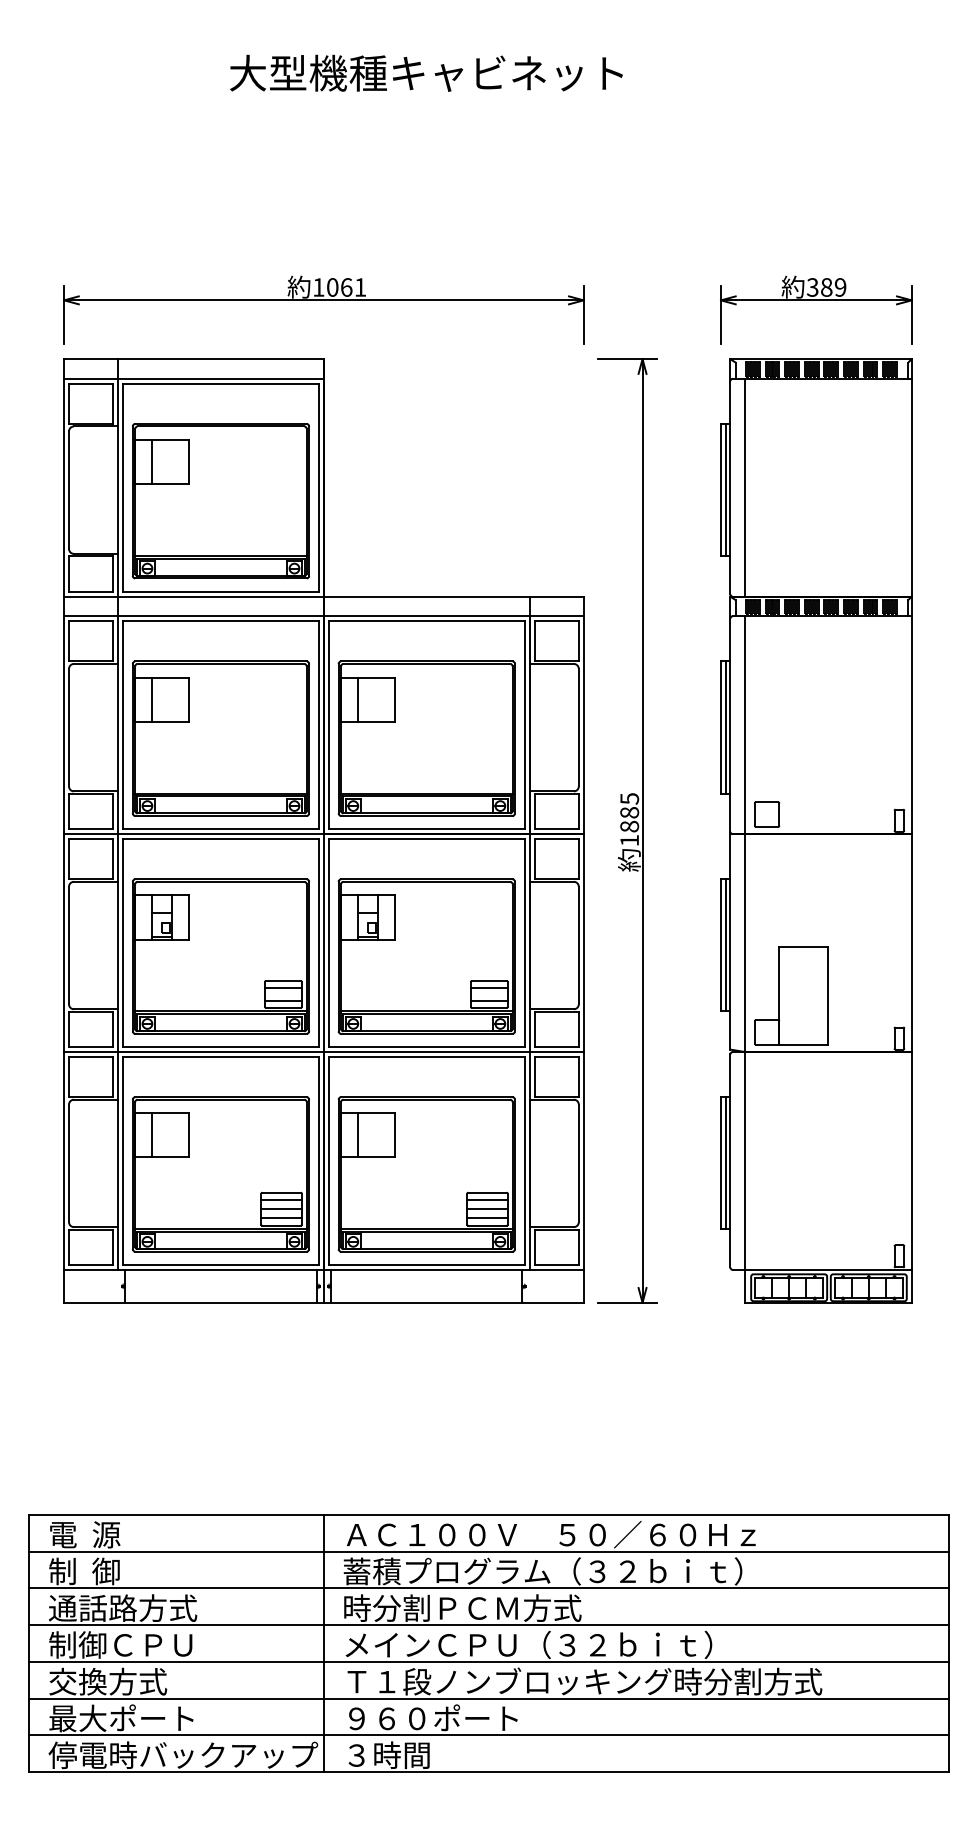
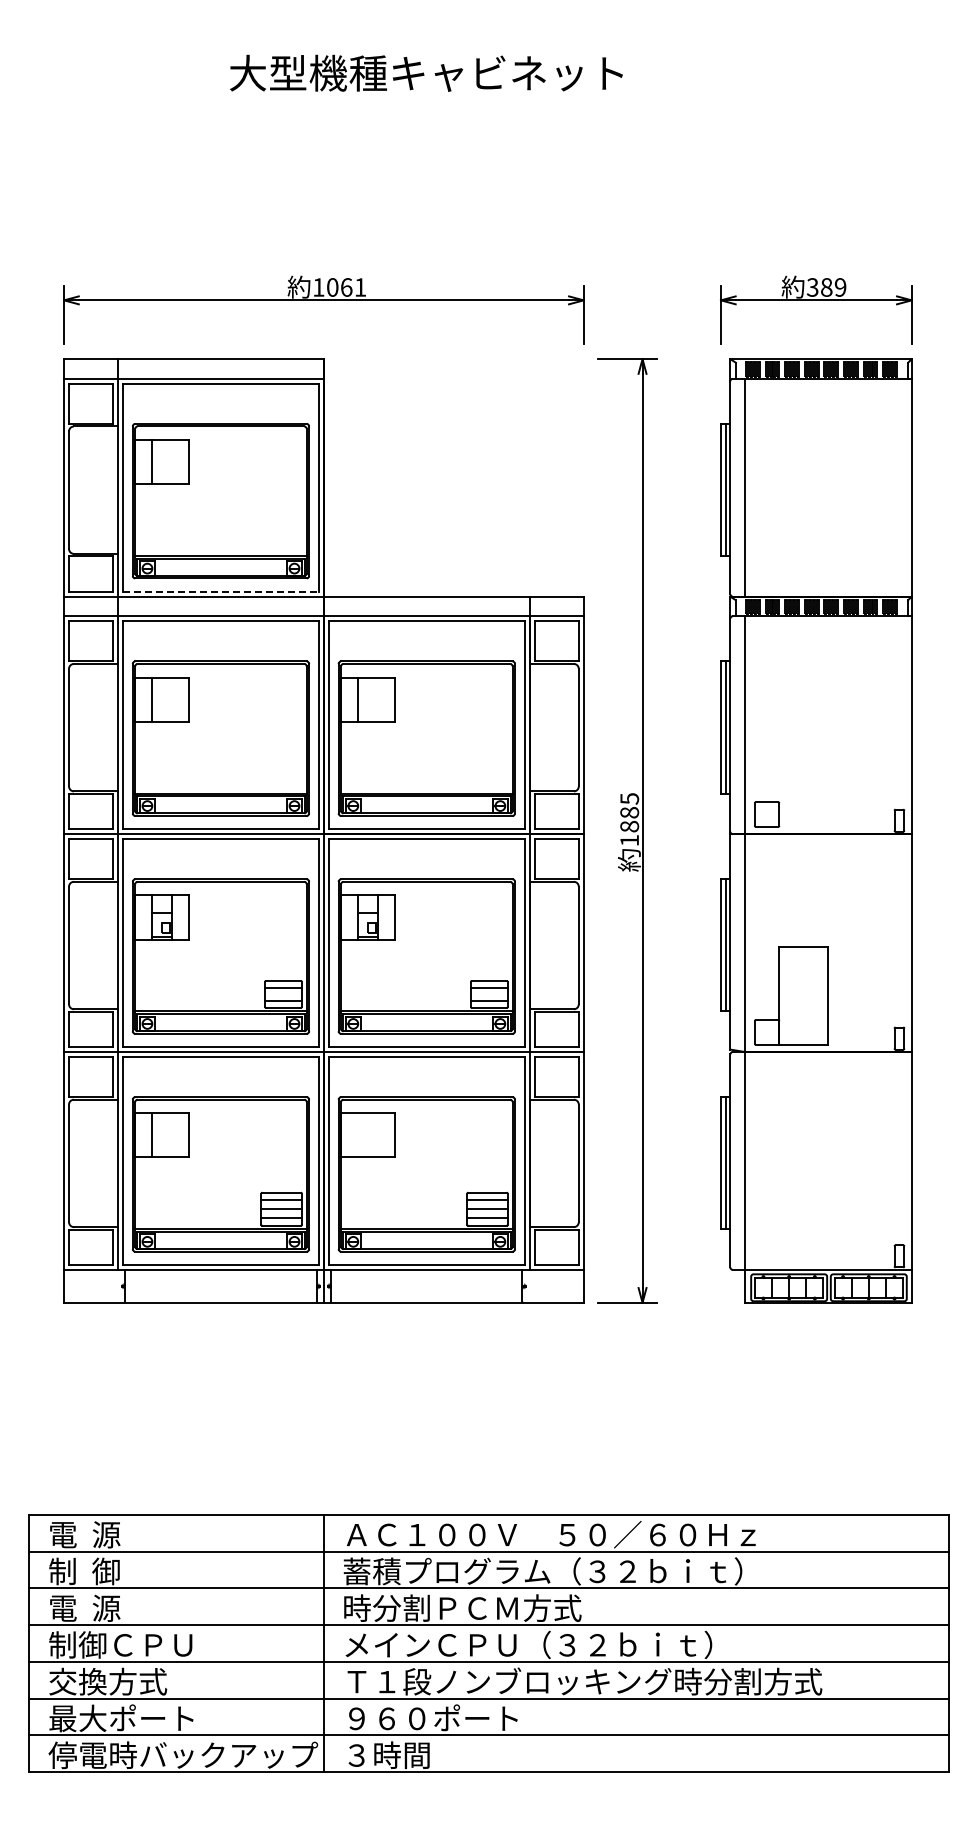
line at (221, 591): solid -> dashed
line at (358, 1135): present -> none
text at (123, 1607): 通話路方式 -> 電  源
